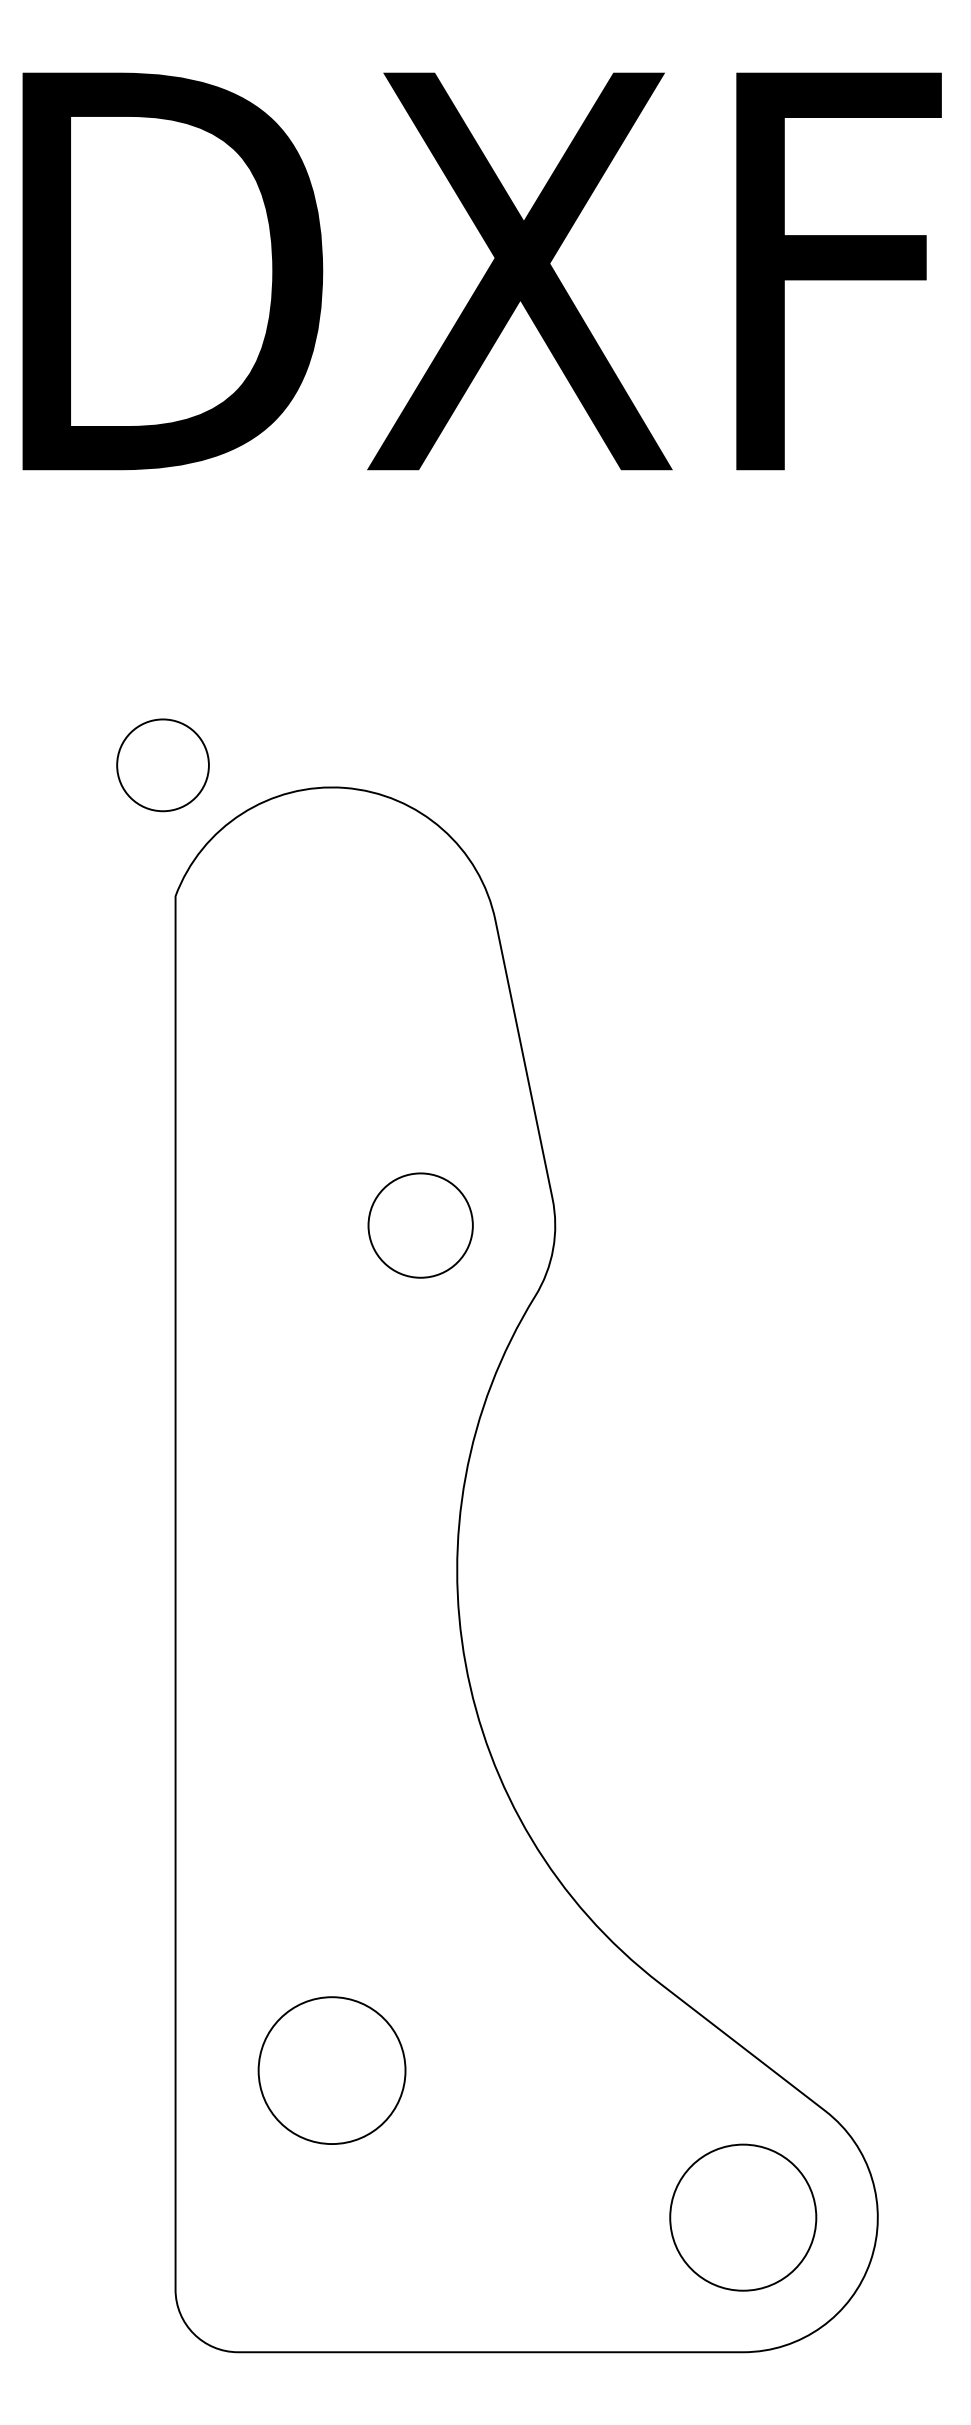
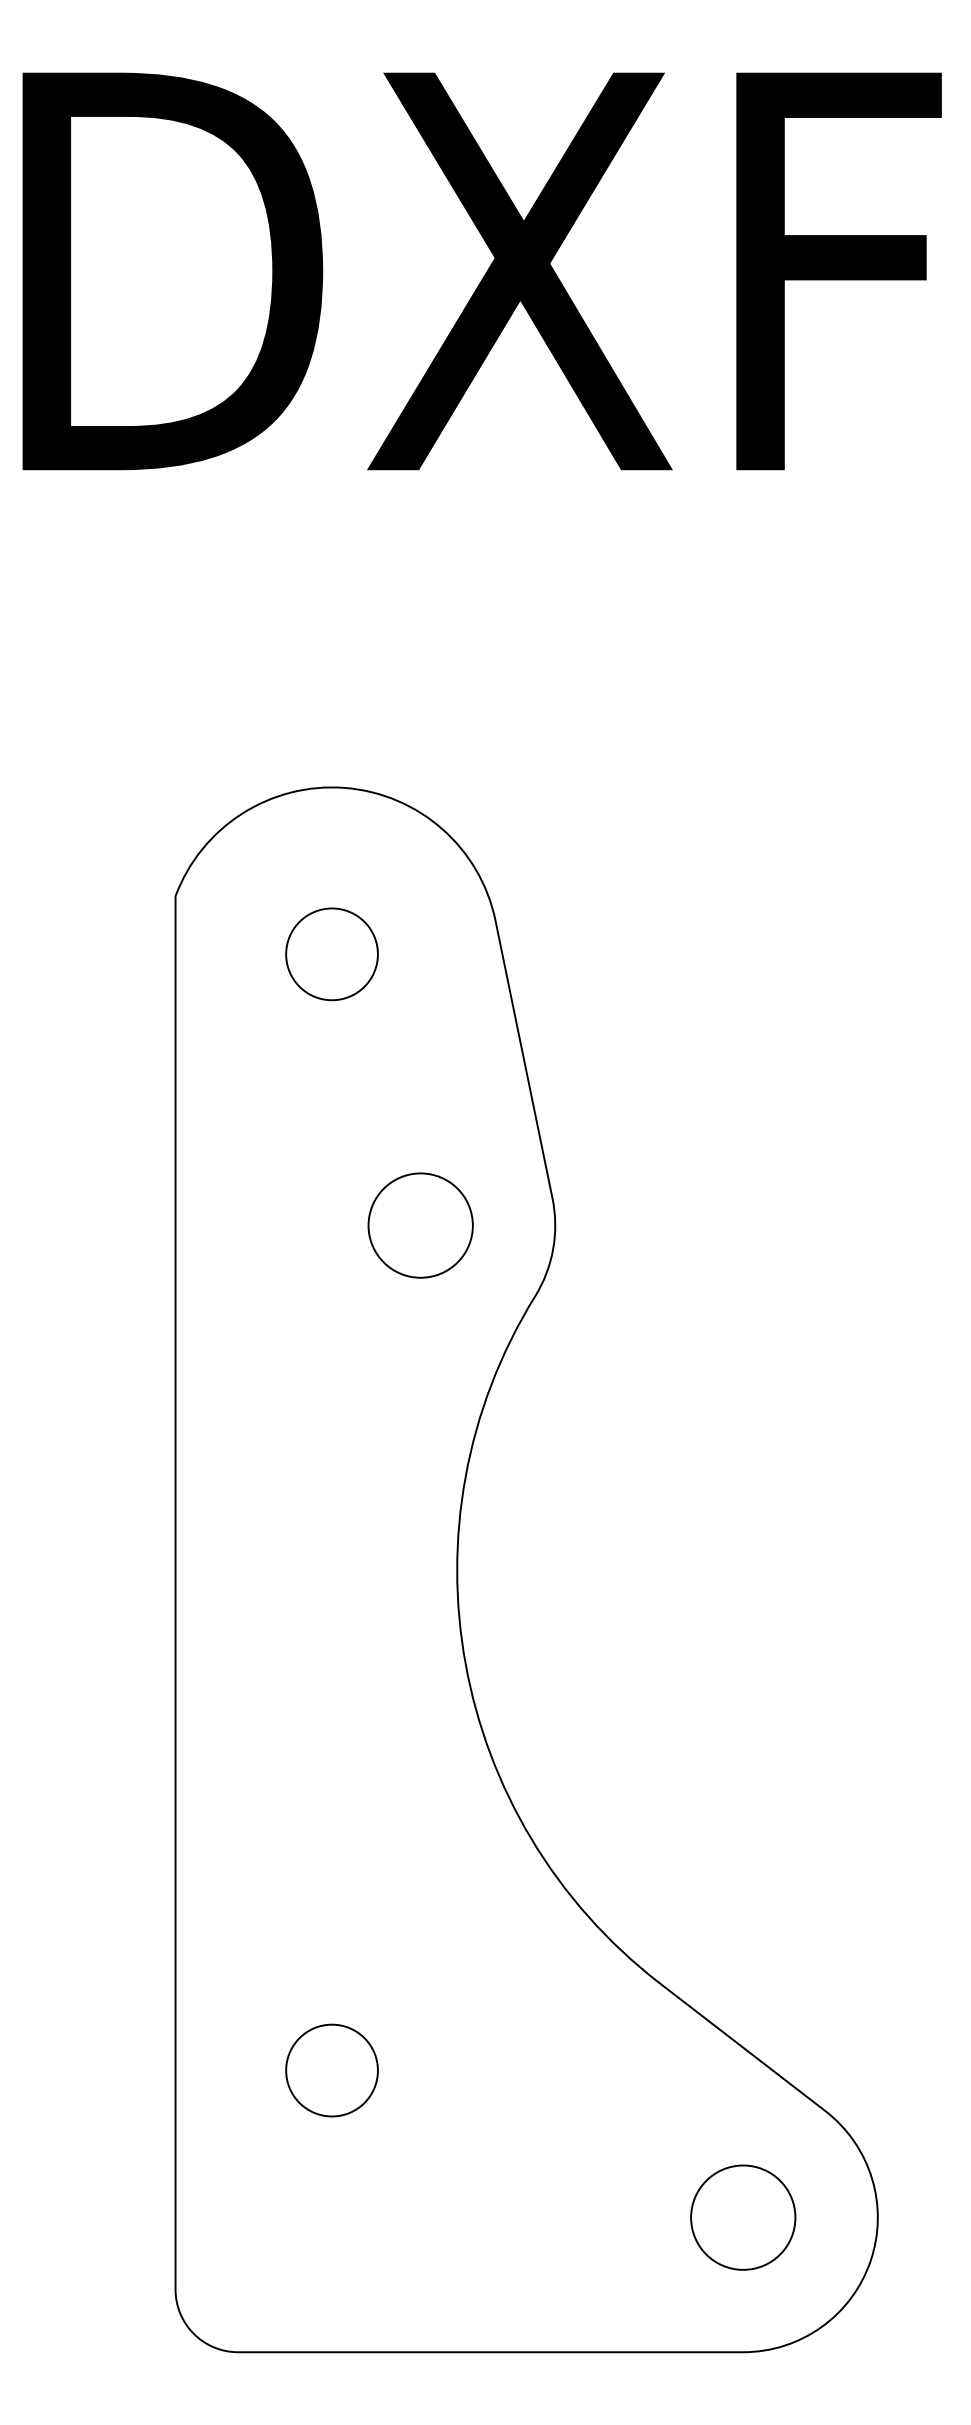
circle at (162, 765) position: (162, 765) -> (331, 954)
circle at (331, 2070) size: 150x149 px -> 94x95 px
circle at (743, 2217) diameter: 146 px -> 104 px
